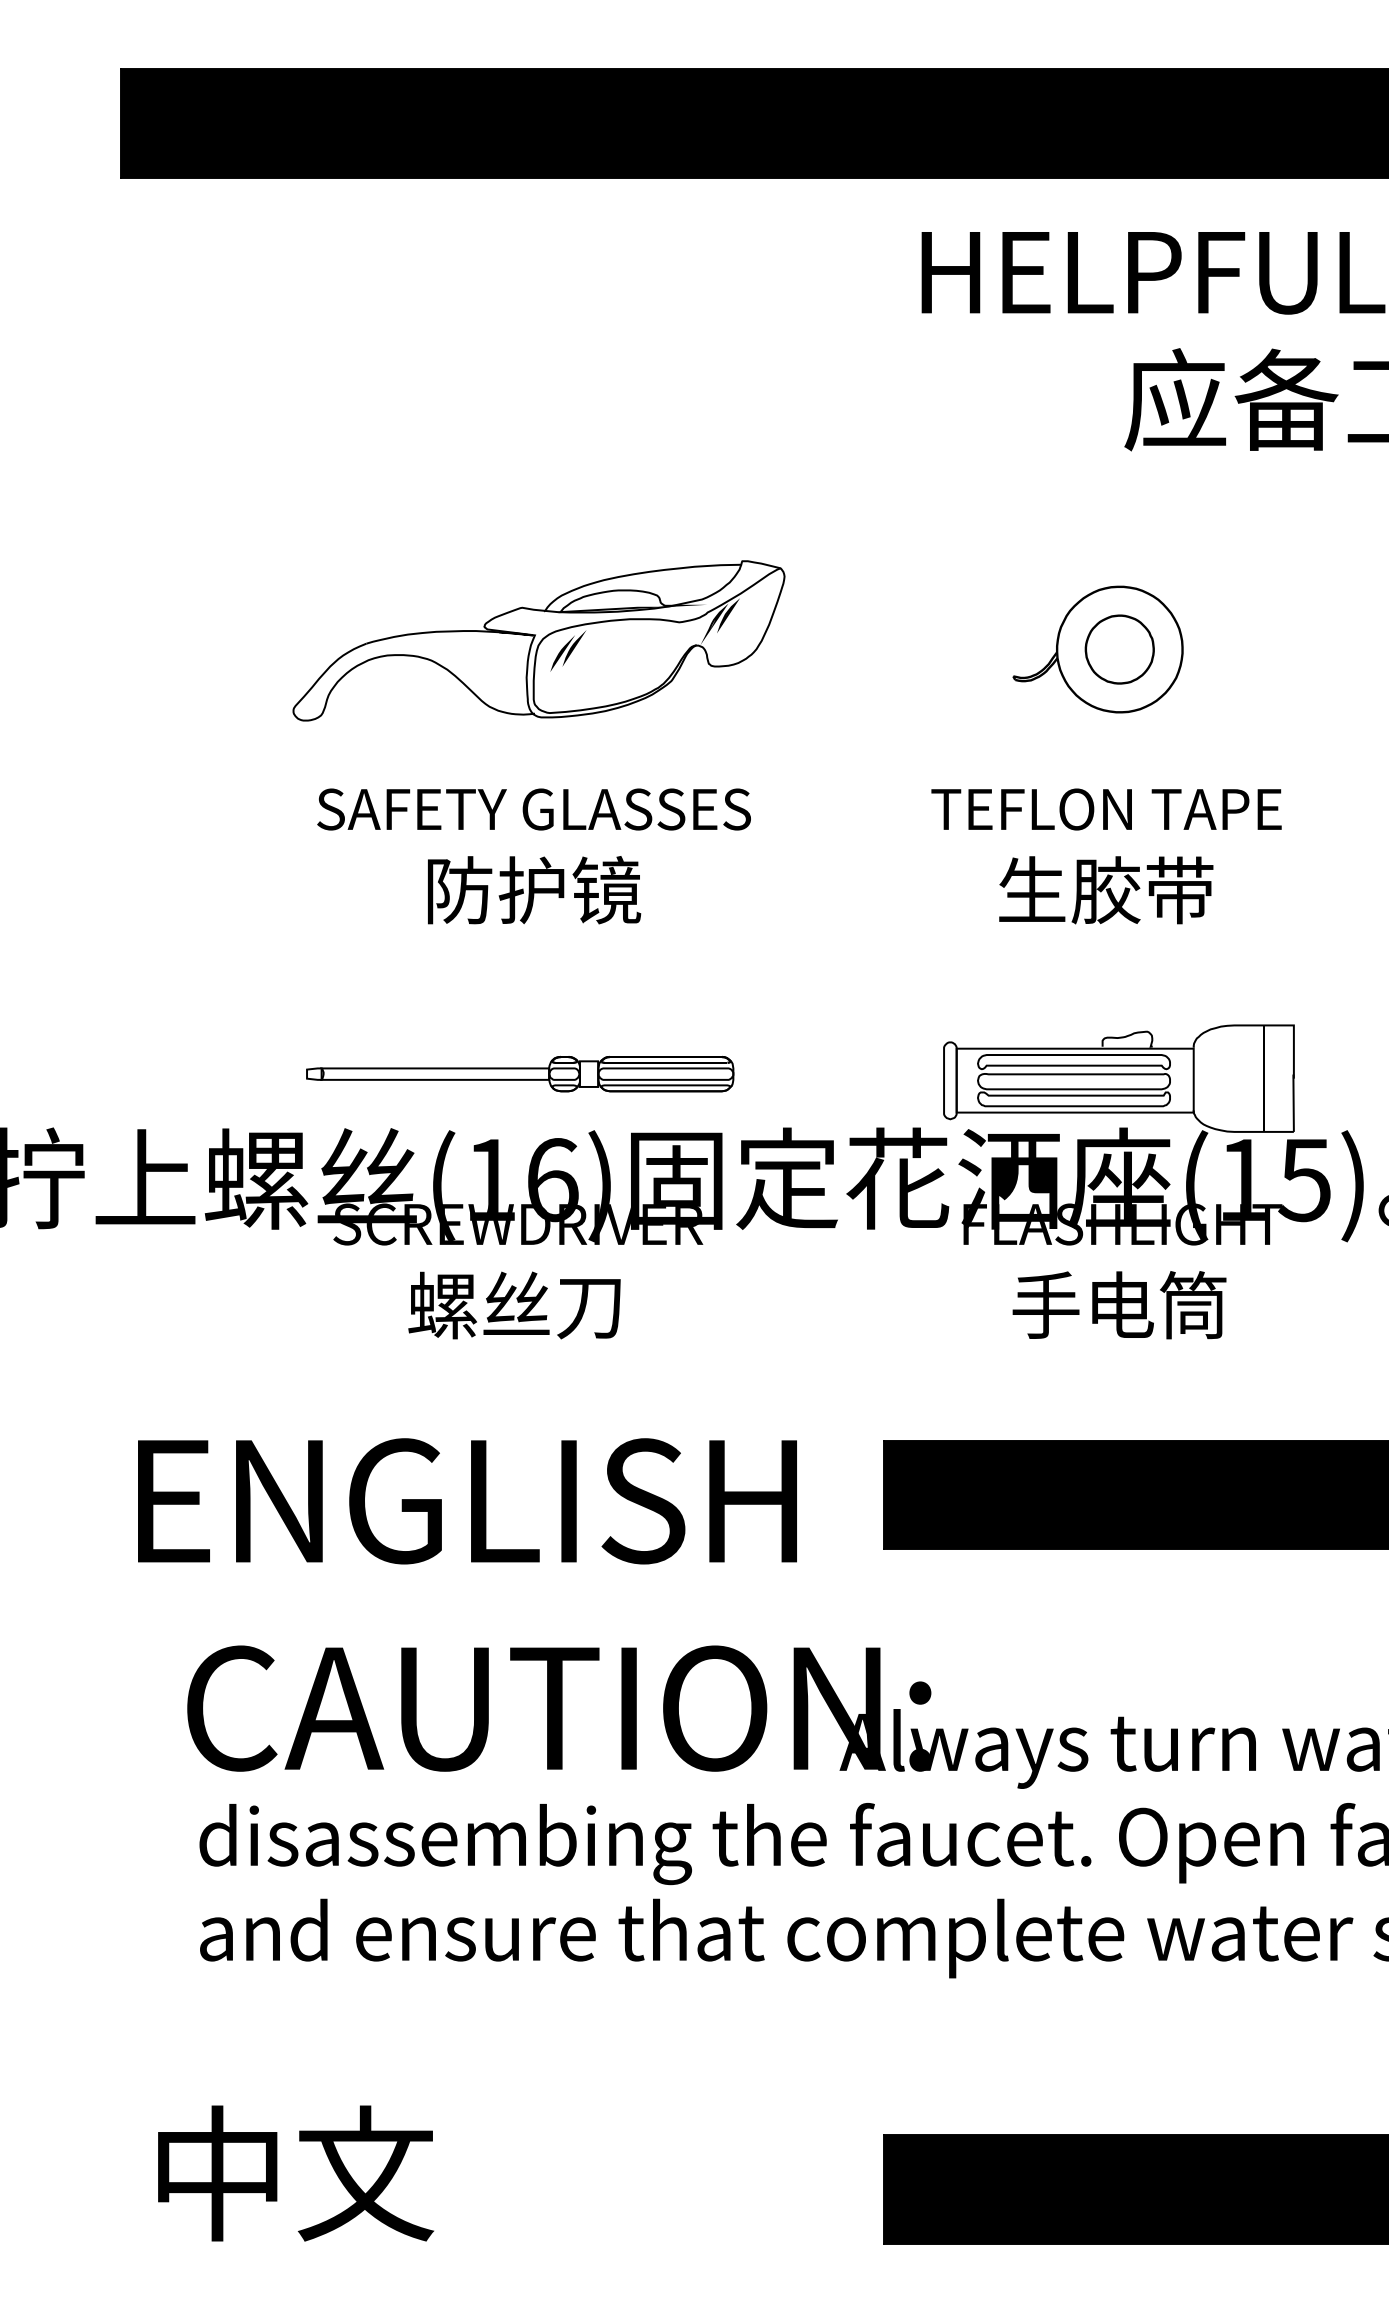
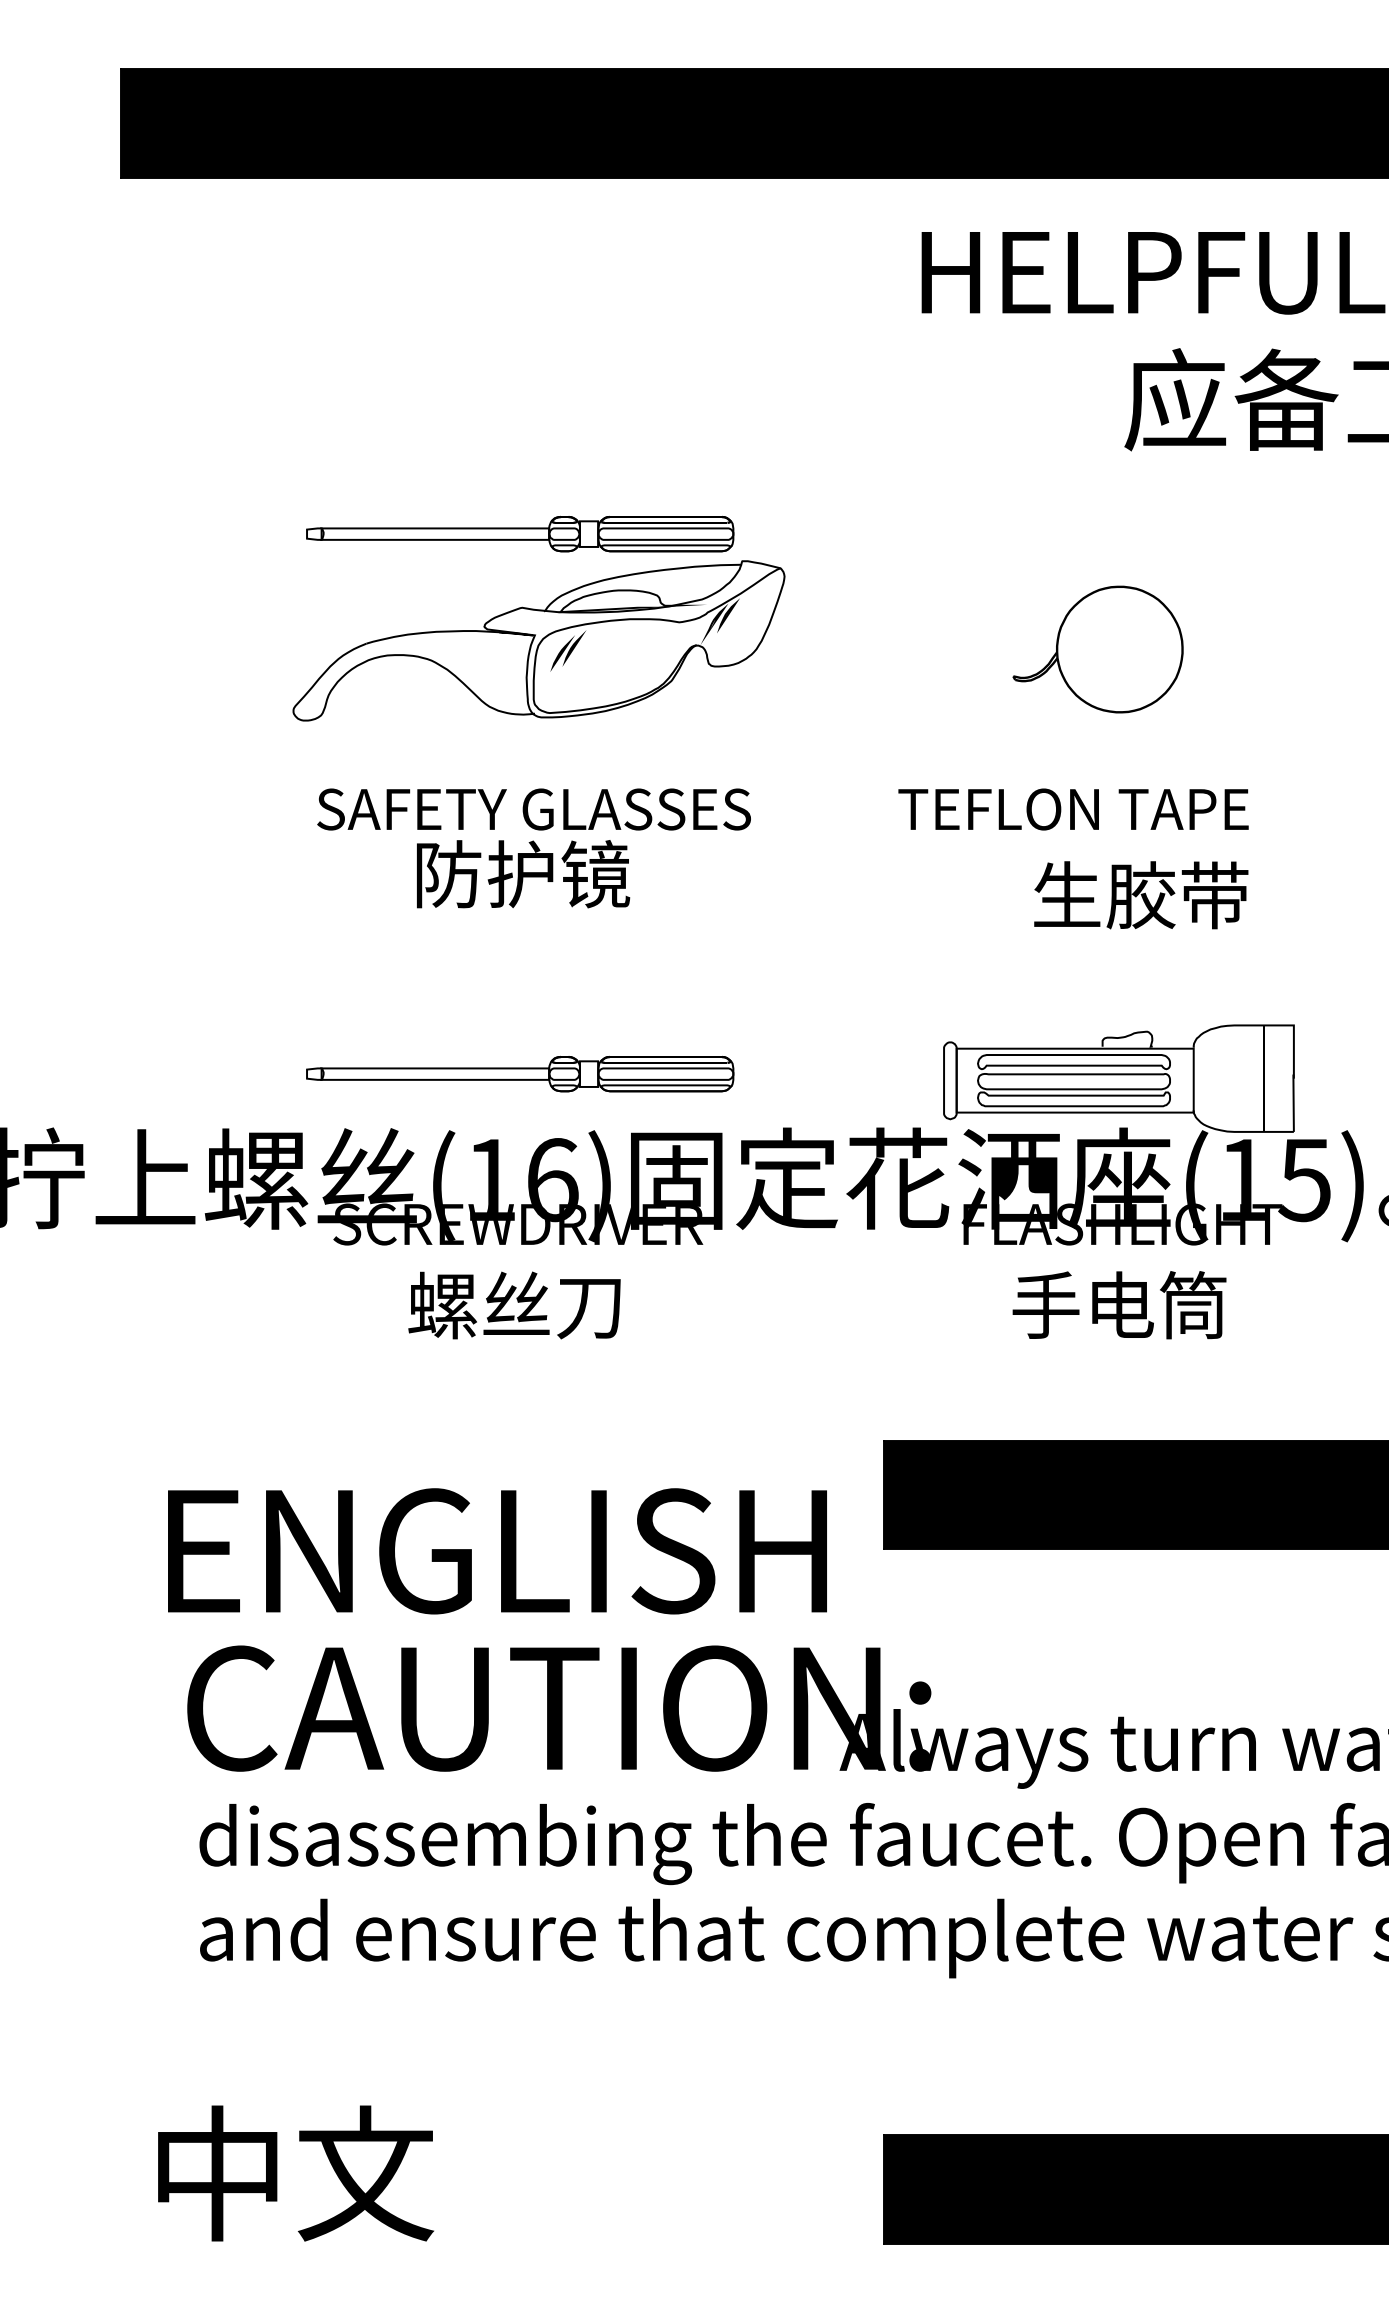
part at (520, 534): none -> present
part at (1119, 649): present -> none
text at (1106, 809) position: (1106, 809) -> (1073, 809)
text at (534, 890) position: (534, 890) -> (523, 874)
text at (1106, 890) position: (1106, 890) -> (1141, 895)
text at (467, 1501) position: (467, 1501) -> (497, 1551)
